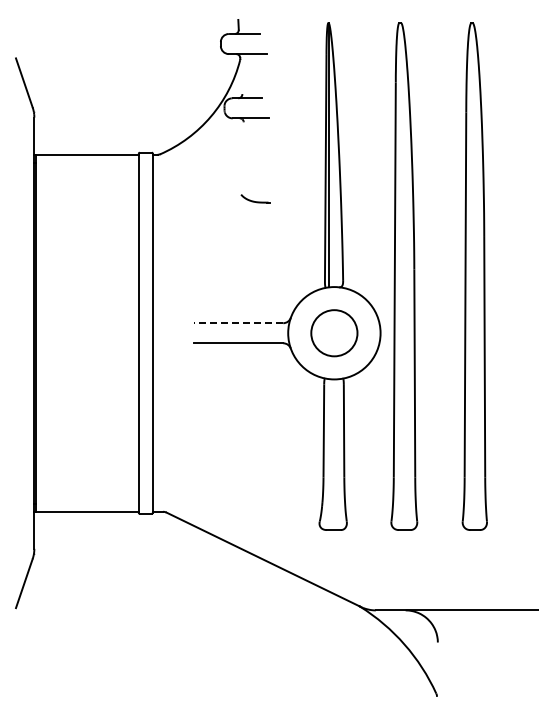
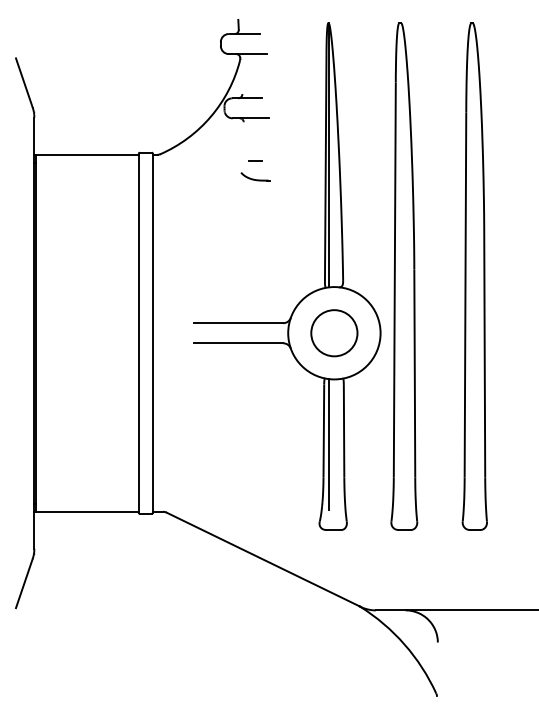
line at (255, 160): none -> present
part at (255, 198) position: (255, 198) -> (255, 176)
line at (238, 323): dashed -> solid
line at (328, 444): none -> present
